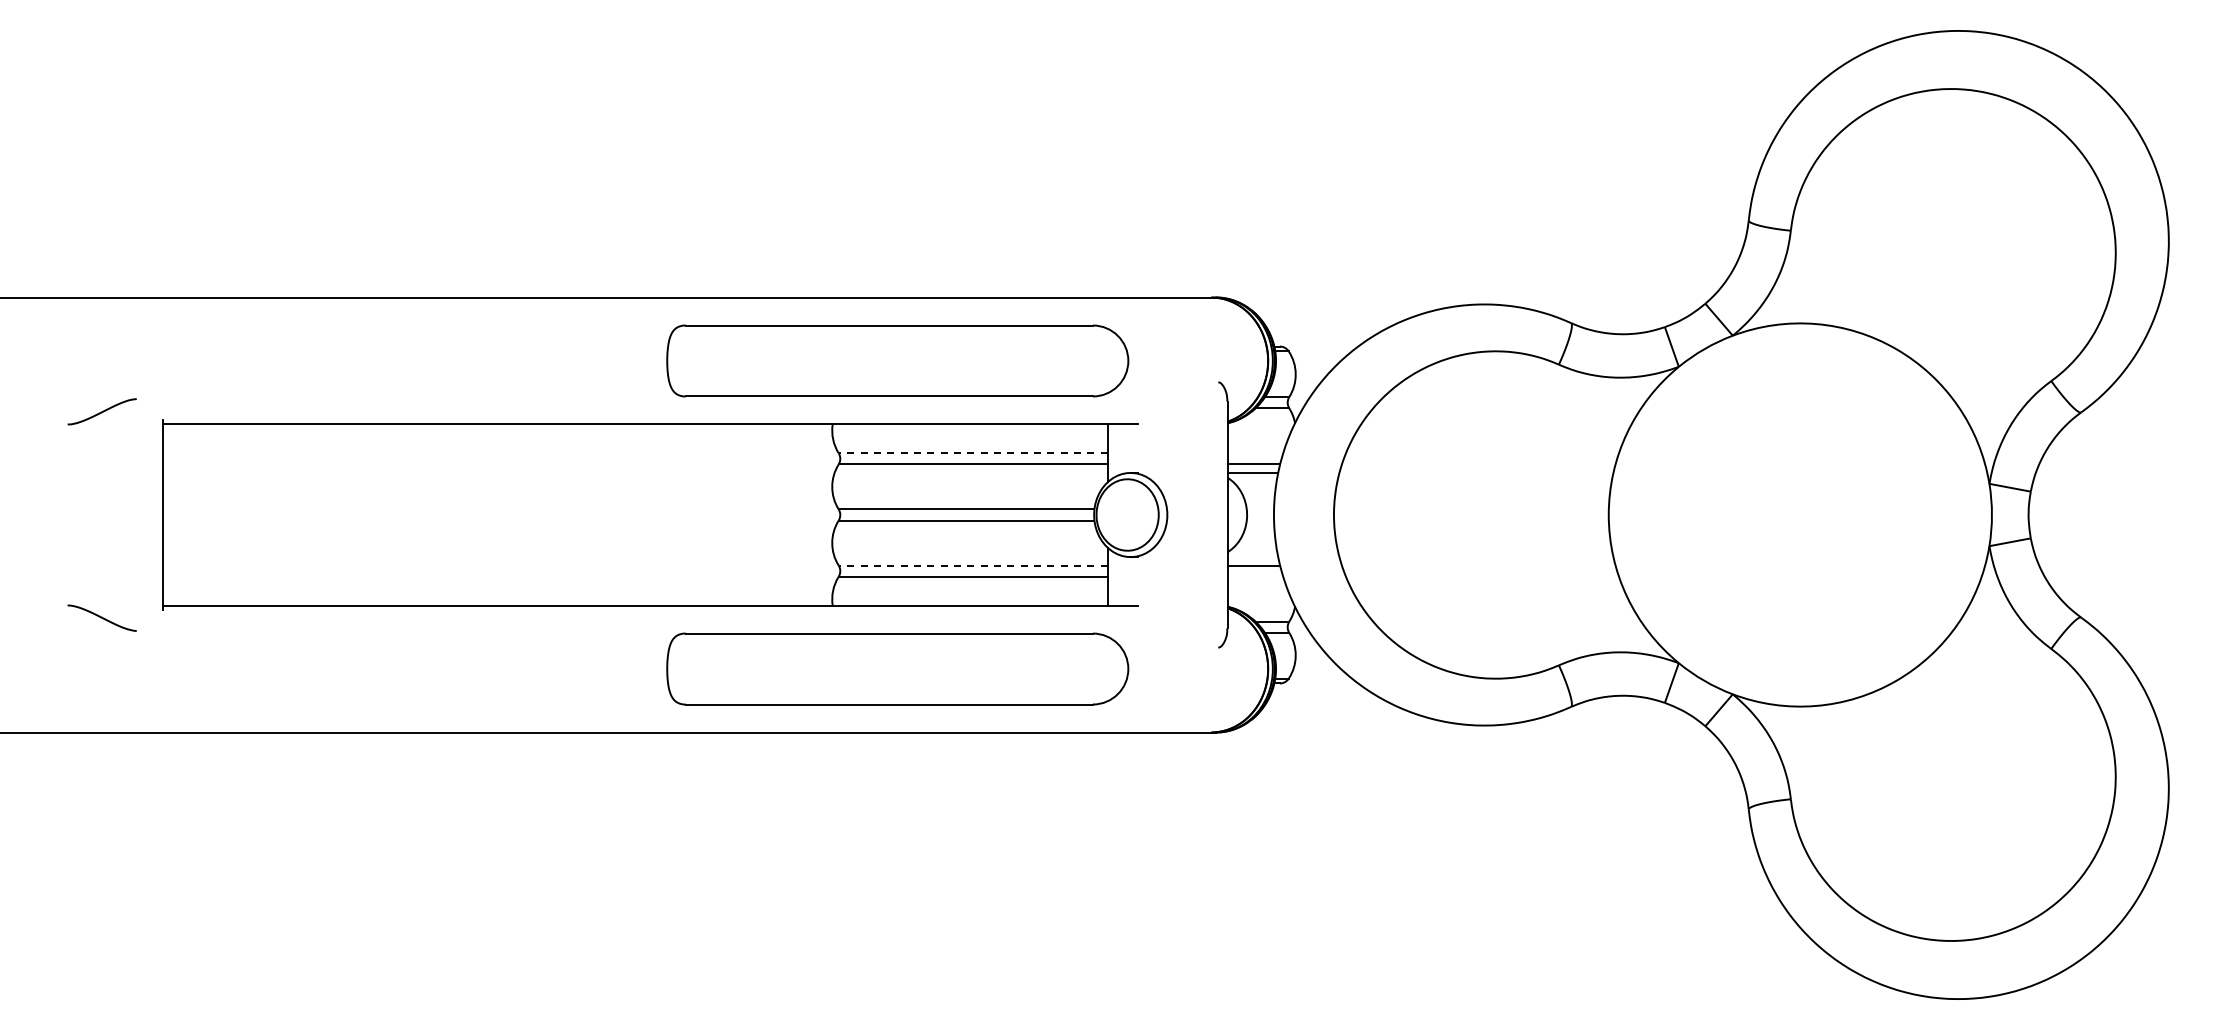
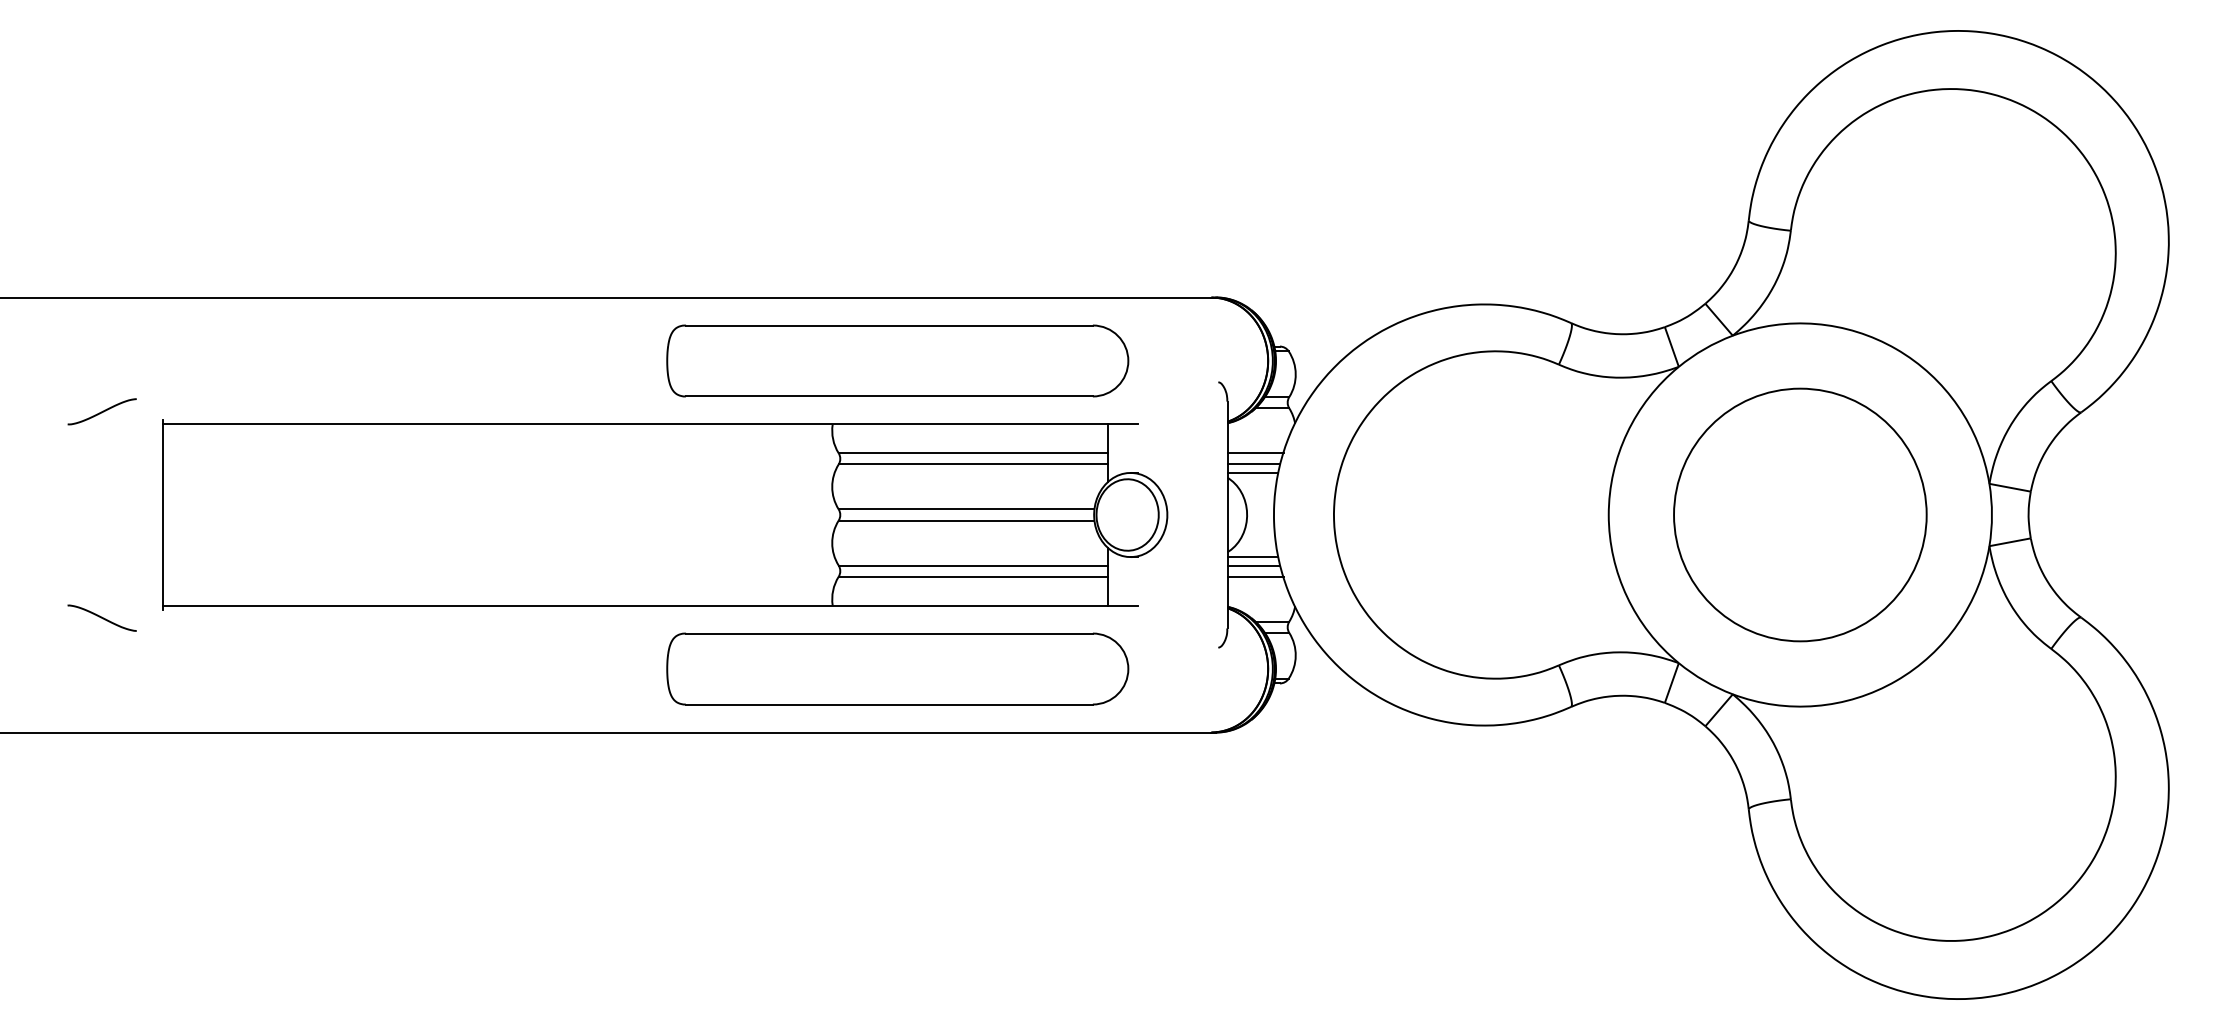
line at (972, 453): dashed -> solid
line at (1255, 453): none -> present
circle at (1800, 514): none -> present
line at (1252, 557): none -> present
line at (972, 565): dashed -> solid
line at (1255, 576): none -> present
